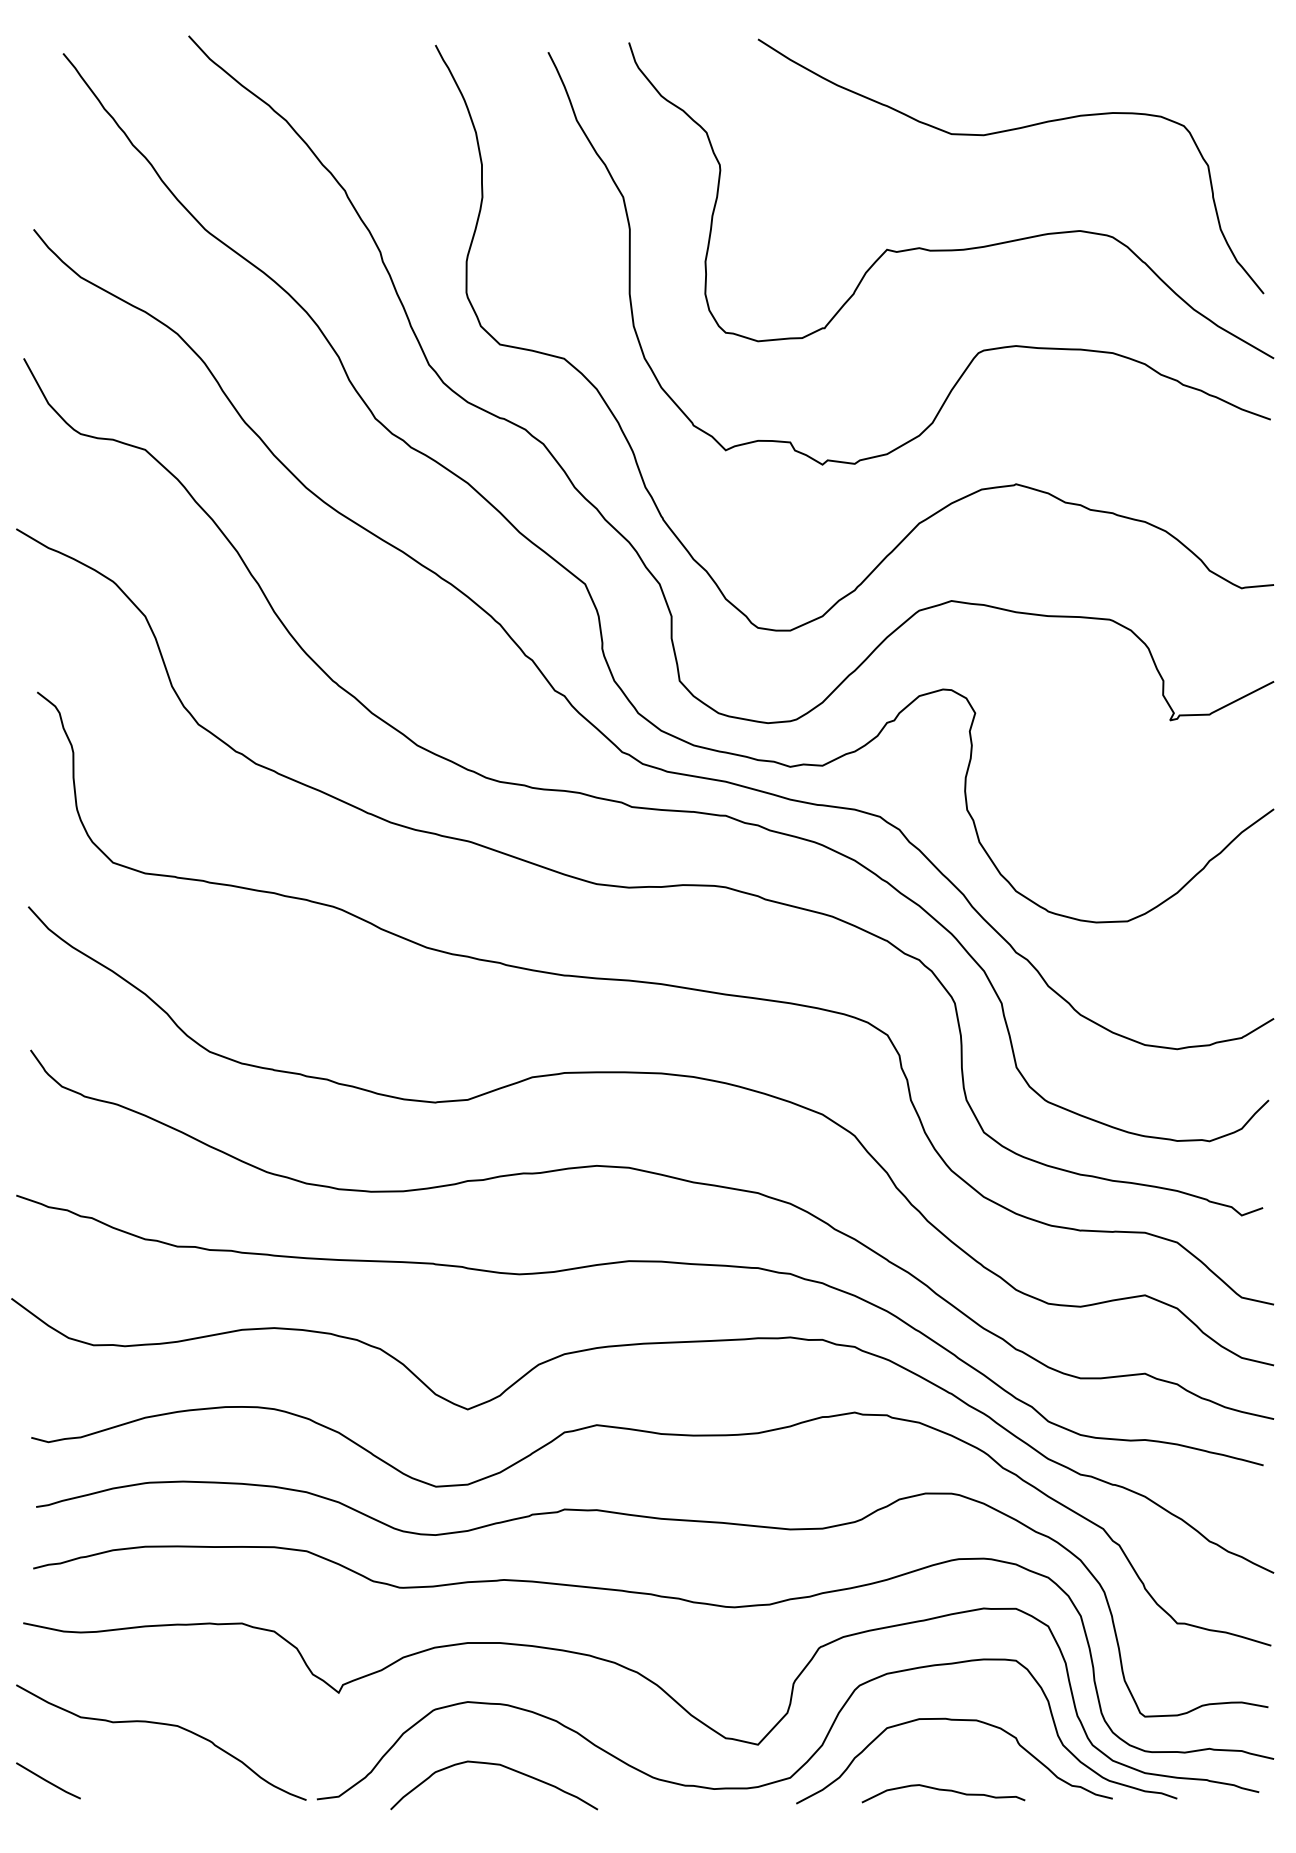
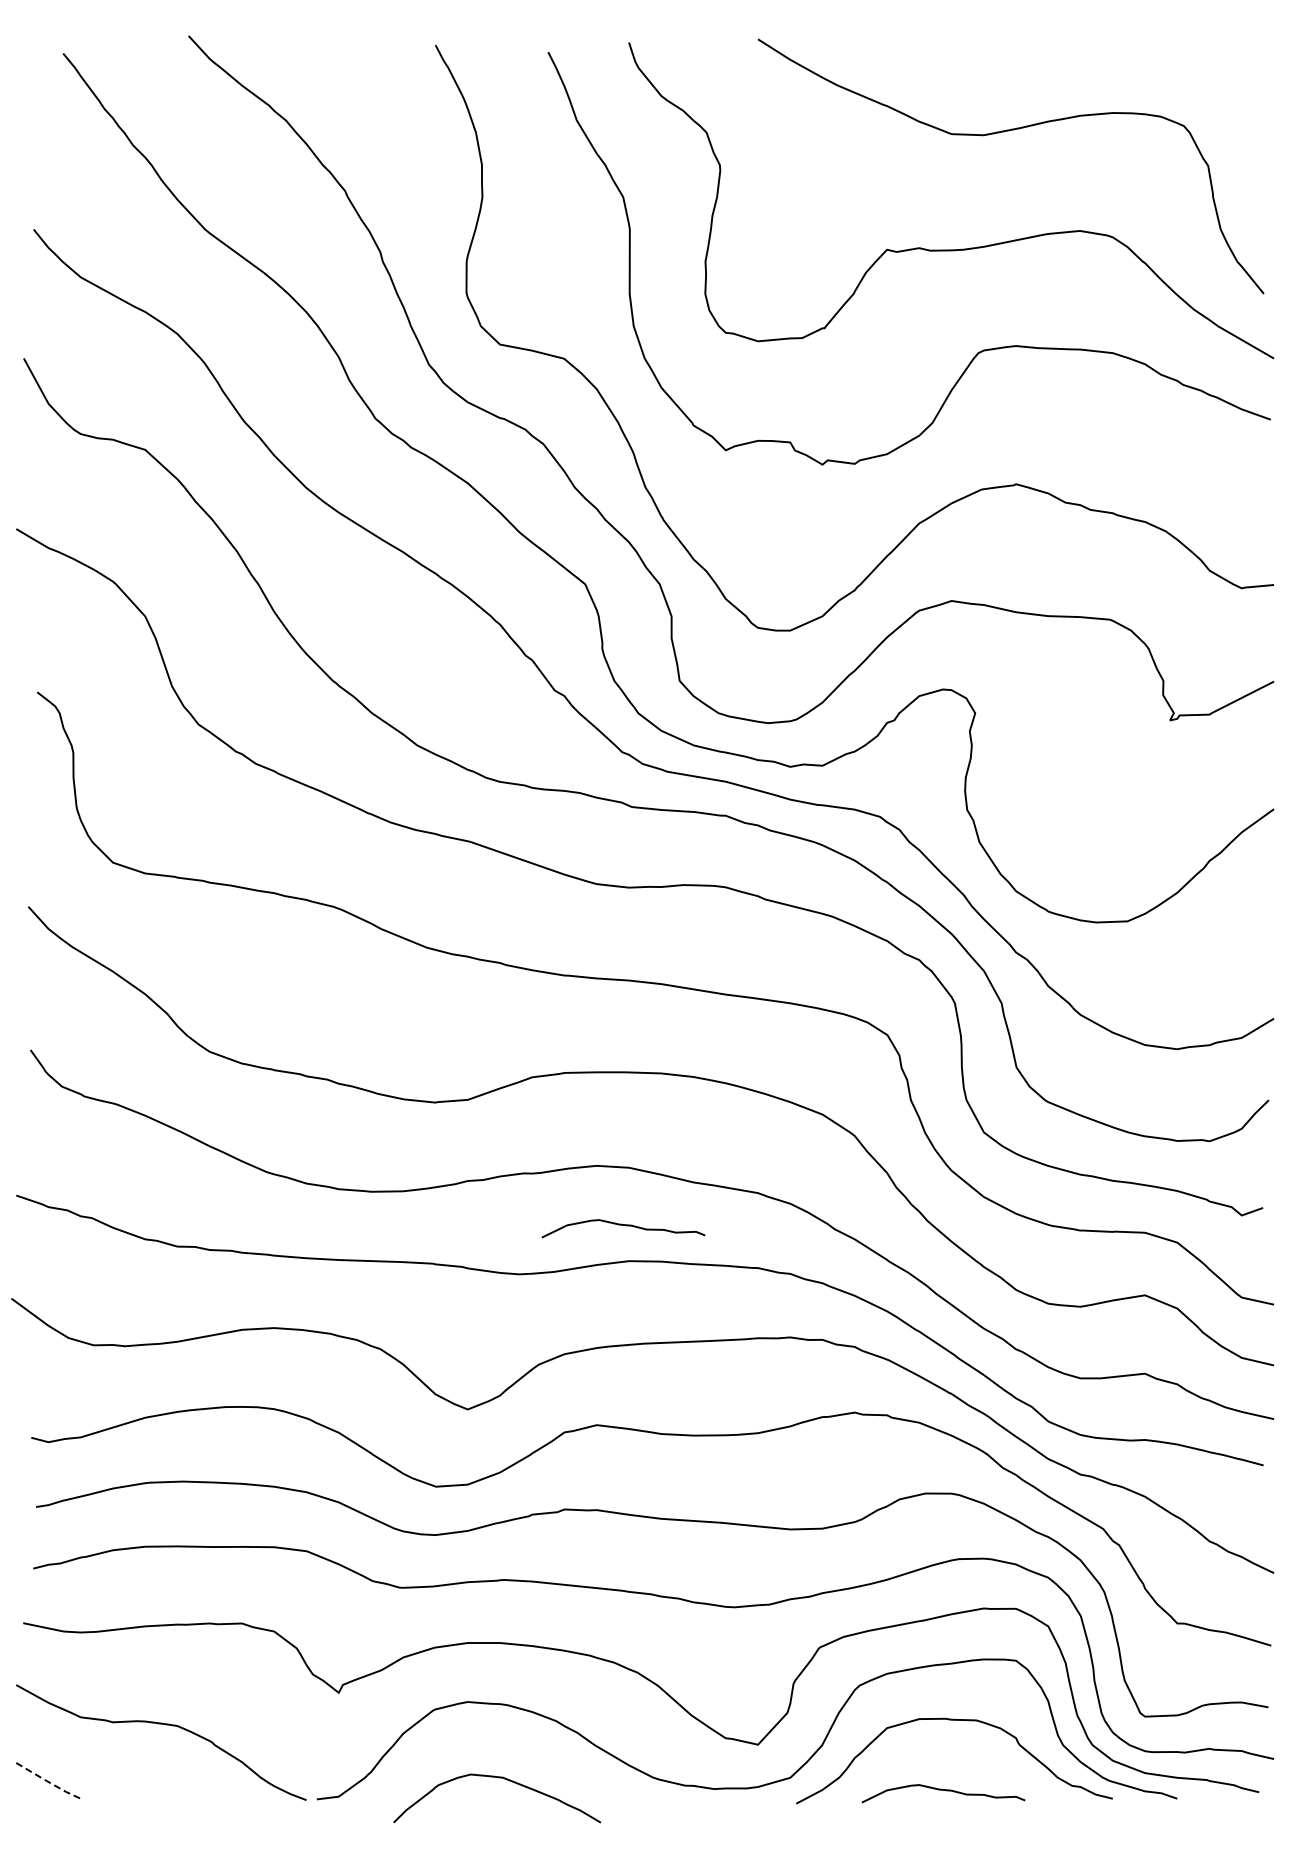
curve at (623, 1225): none -> present
curve at (495, 1765) position: (495, 1765) -> (498, 1778)
line at (48, 1781): solid -> dashed
